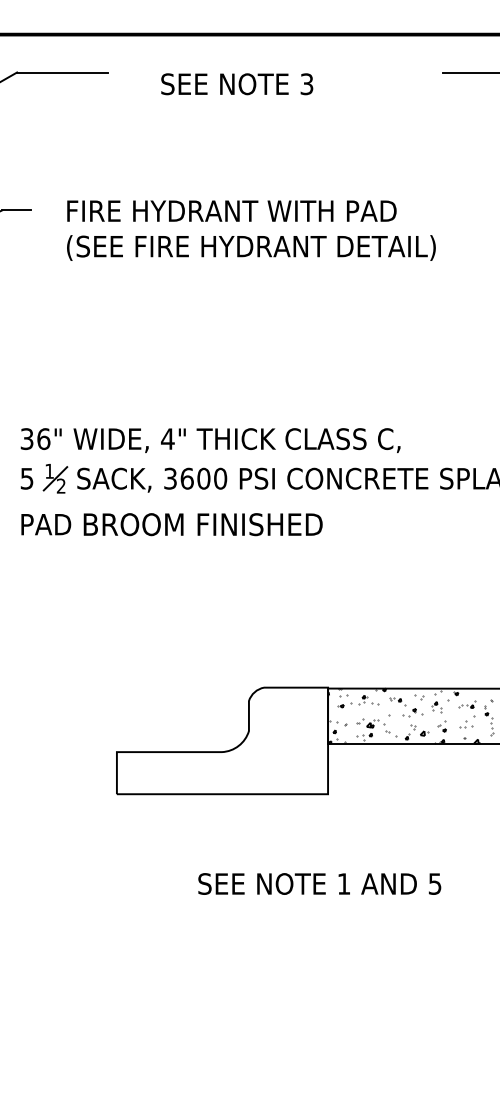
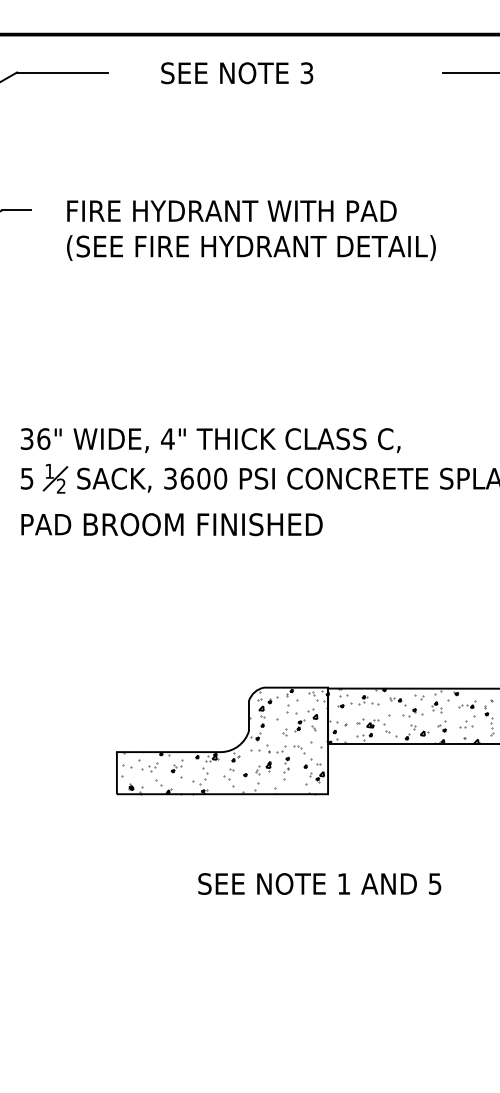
text at (237, 84) position: (237, 84) -> (237, 73)
hatch at (224, 741): none -> present
